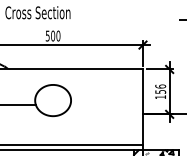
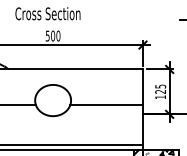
text at (37, 12) position: (37, 12) -> (47, 13)
text at (160, 88): 156 -> 125
line at (106, 105): none -> present
